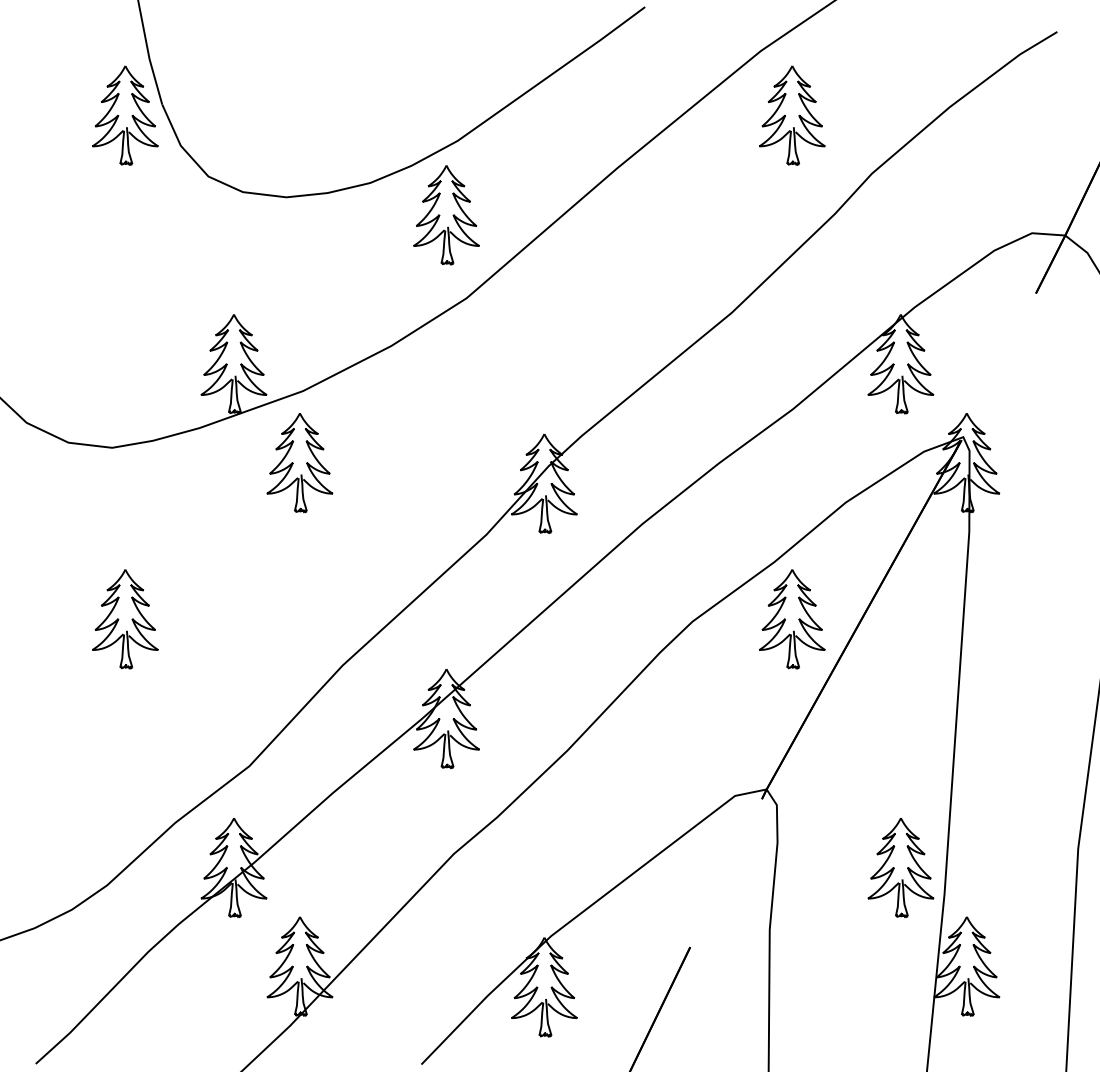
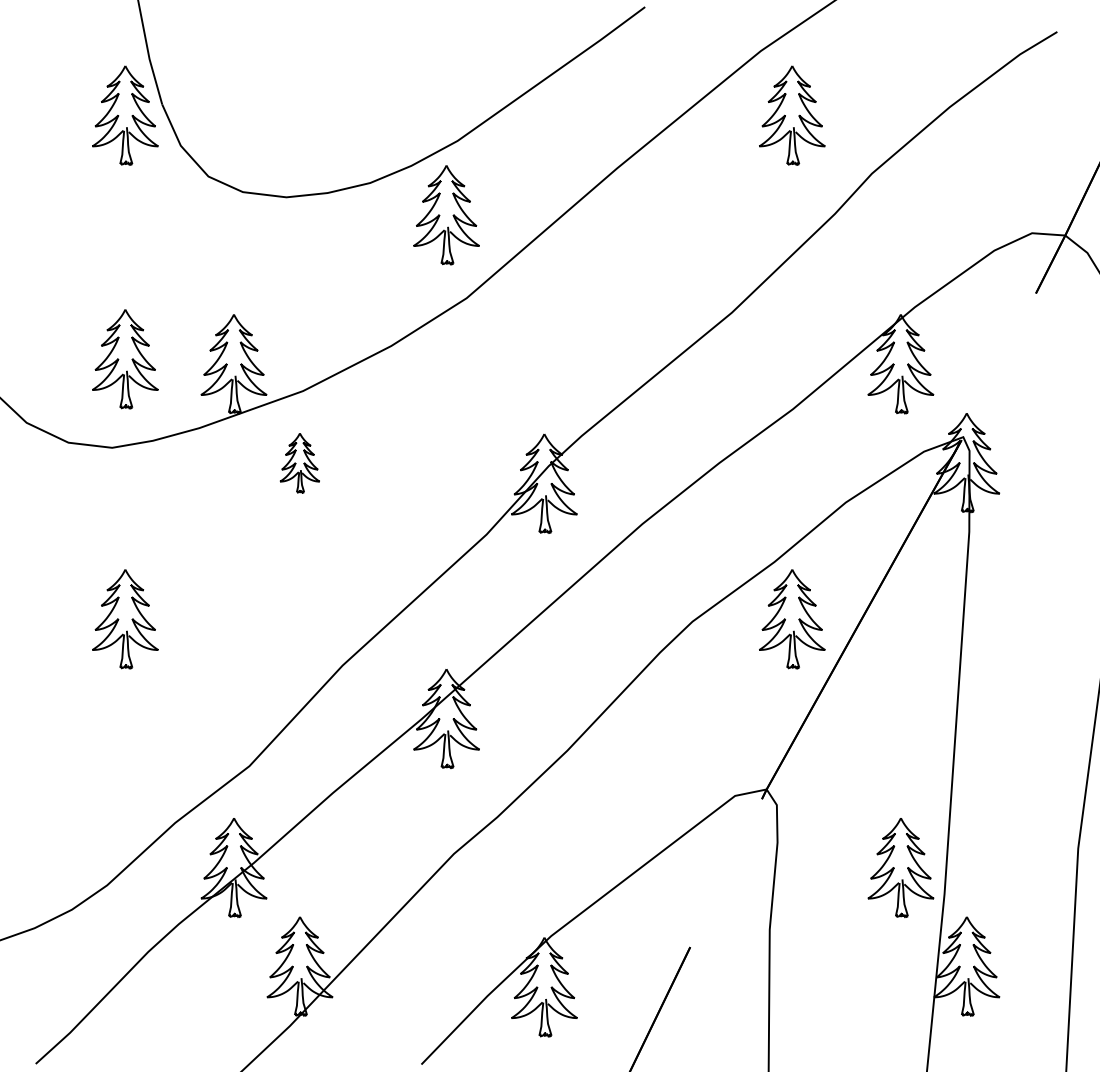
part at (125, 359): none -> present
part at (299, 463) size: 68x101 px -> 41x61 px
